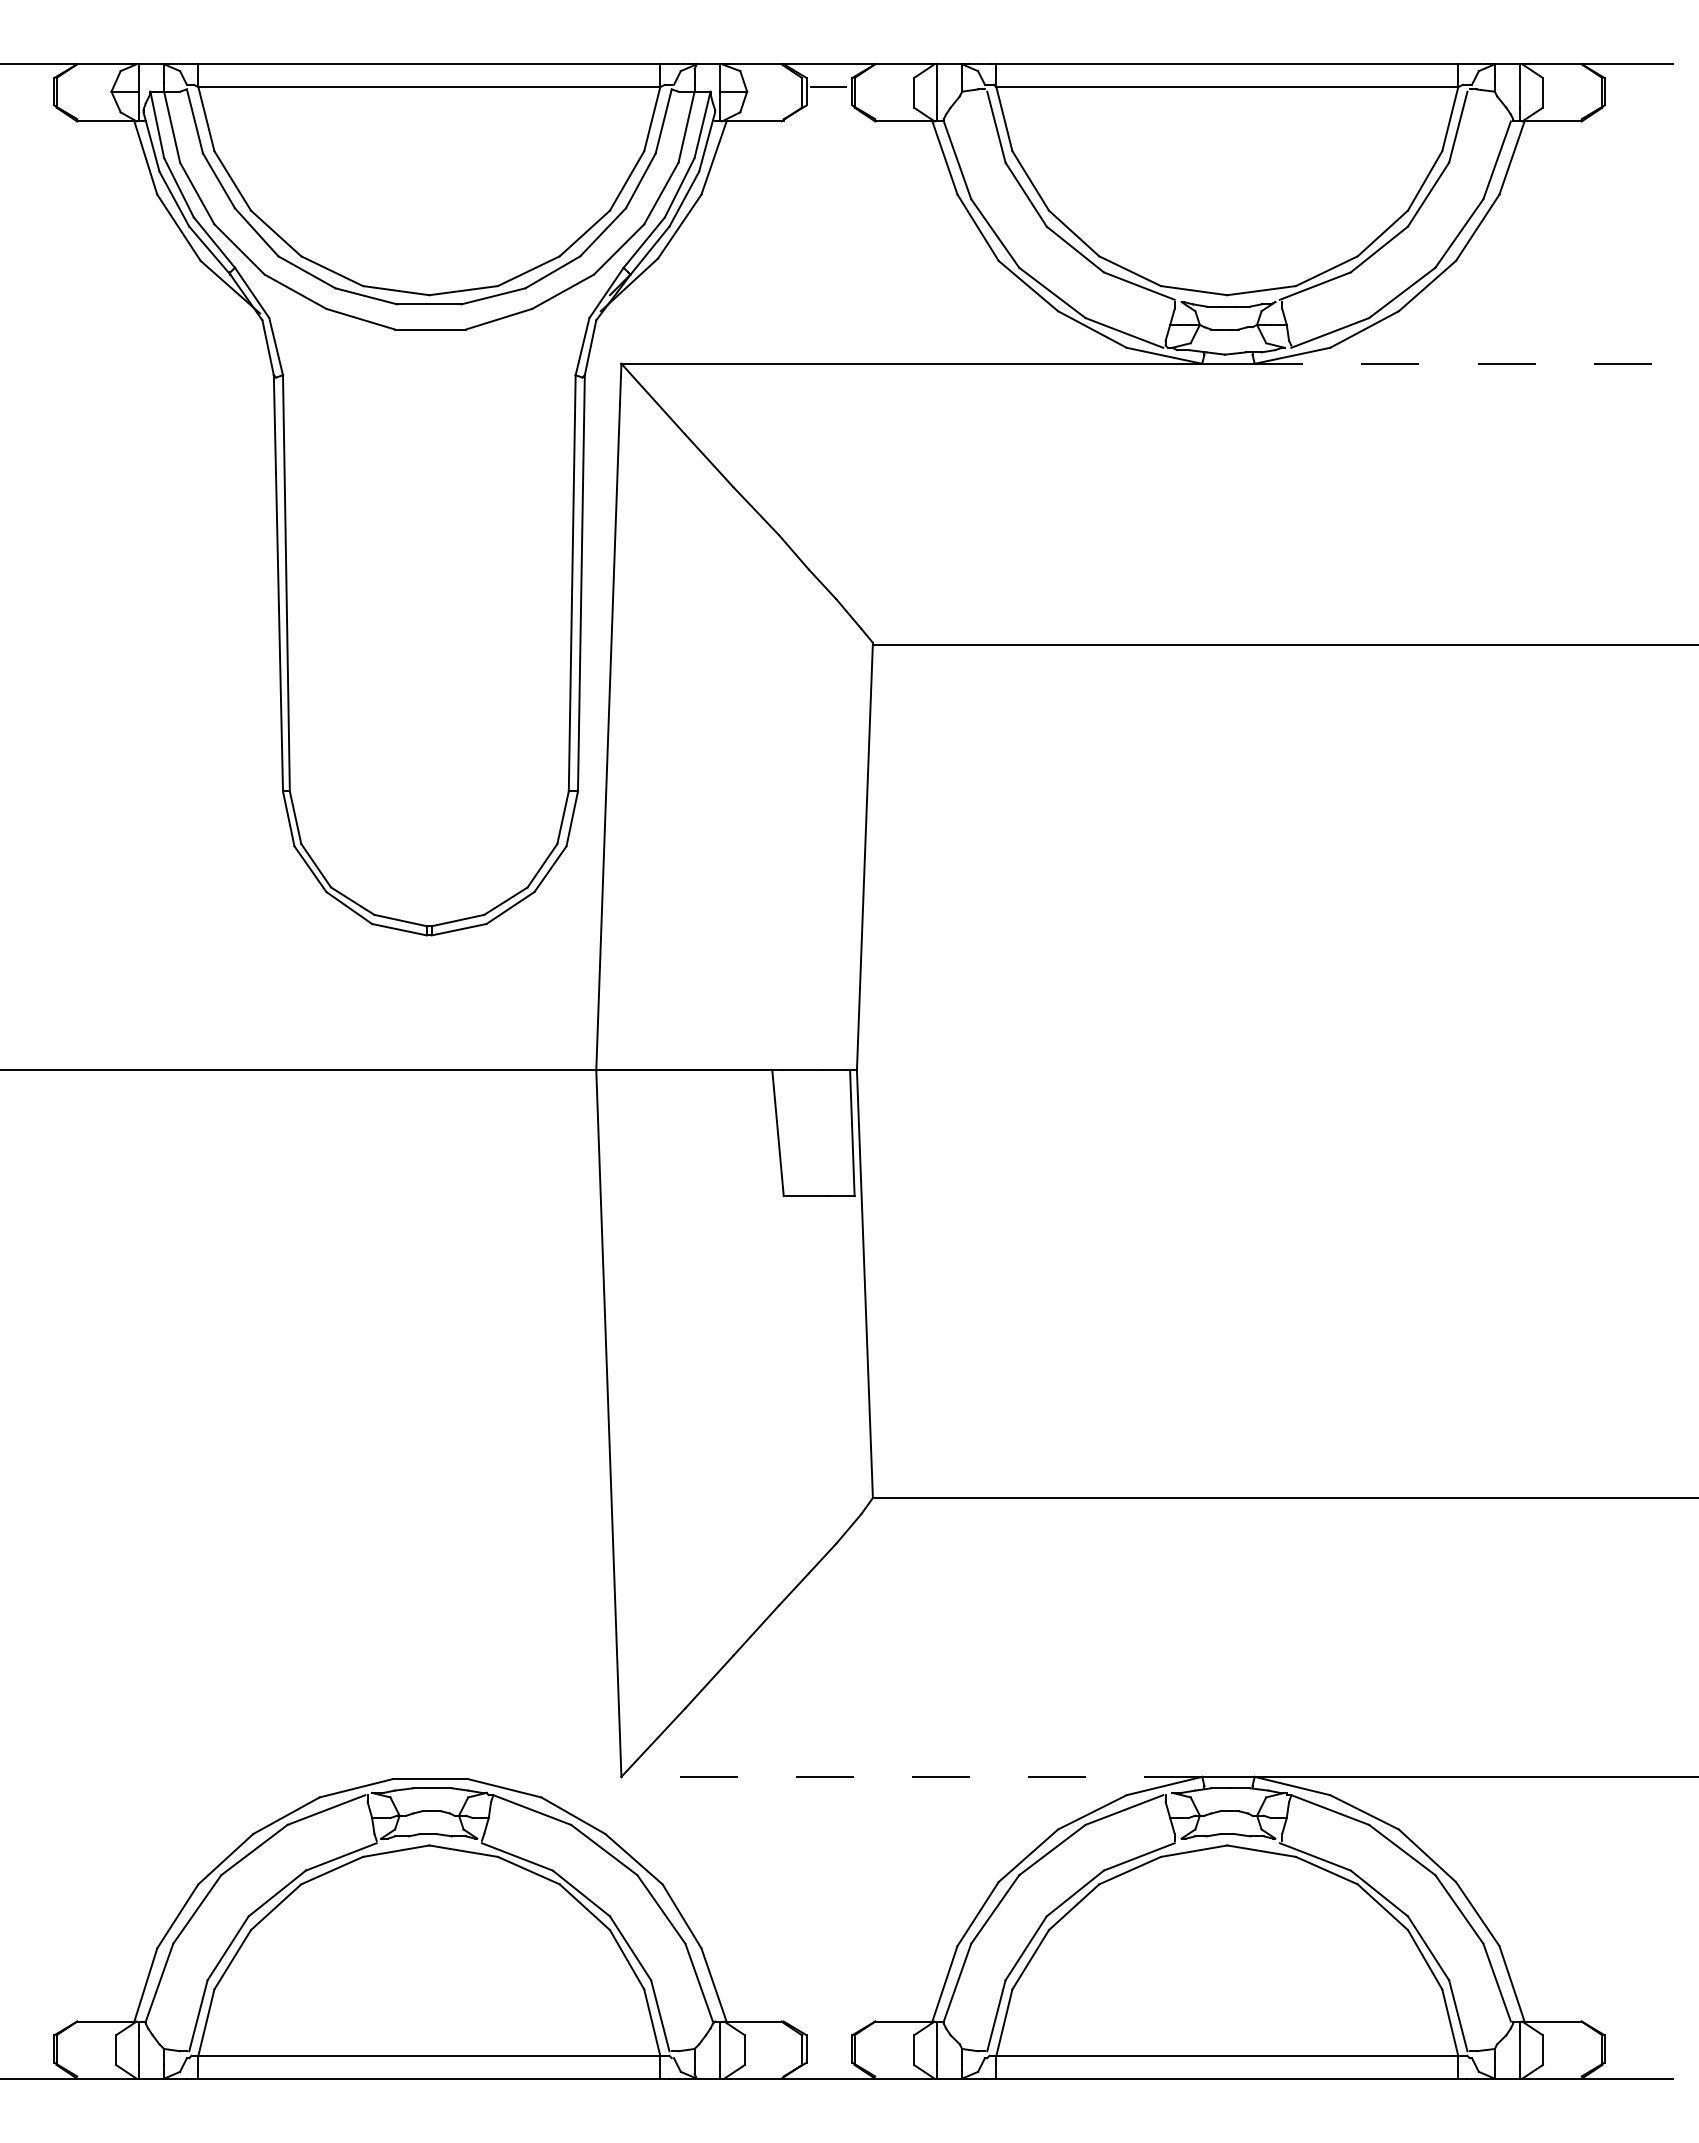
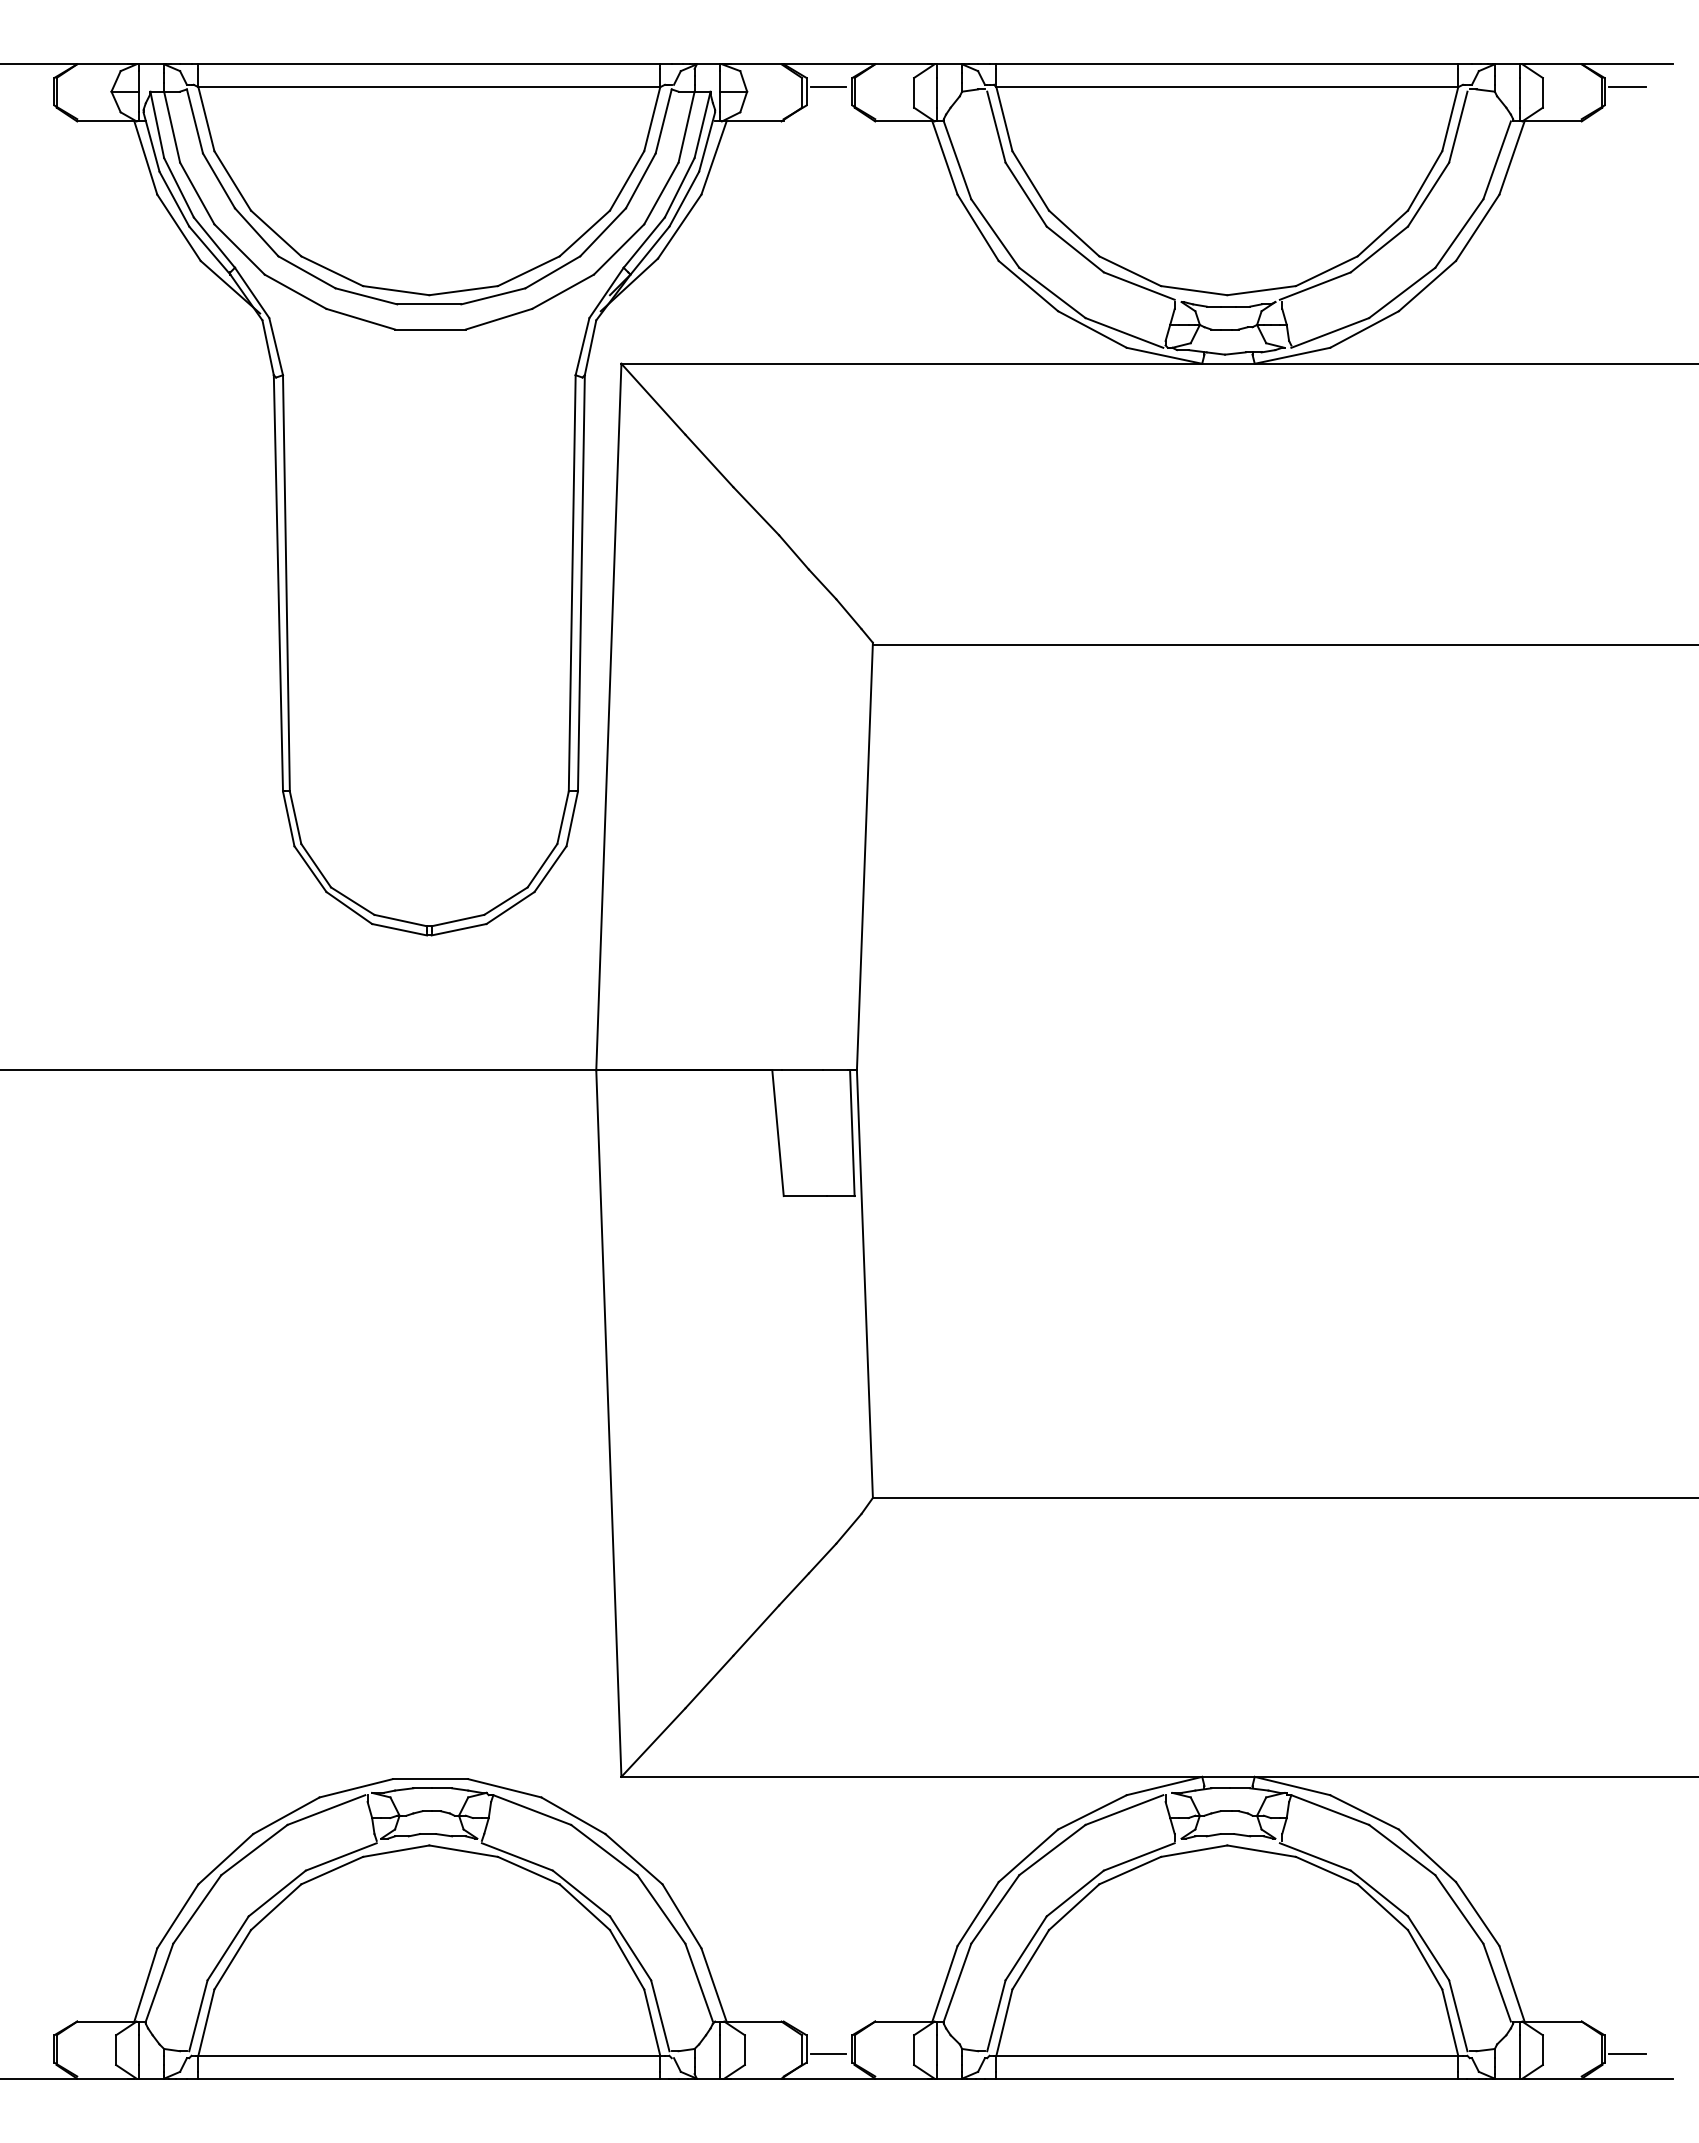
line at (1627, 87): none -> present
line at (1476, 363): dashed -> solid
line at (911, 1776): dashed -> solid
line at (828, 2053): none -> present
line at (1627, 2053): none -> present
